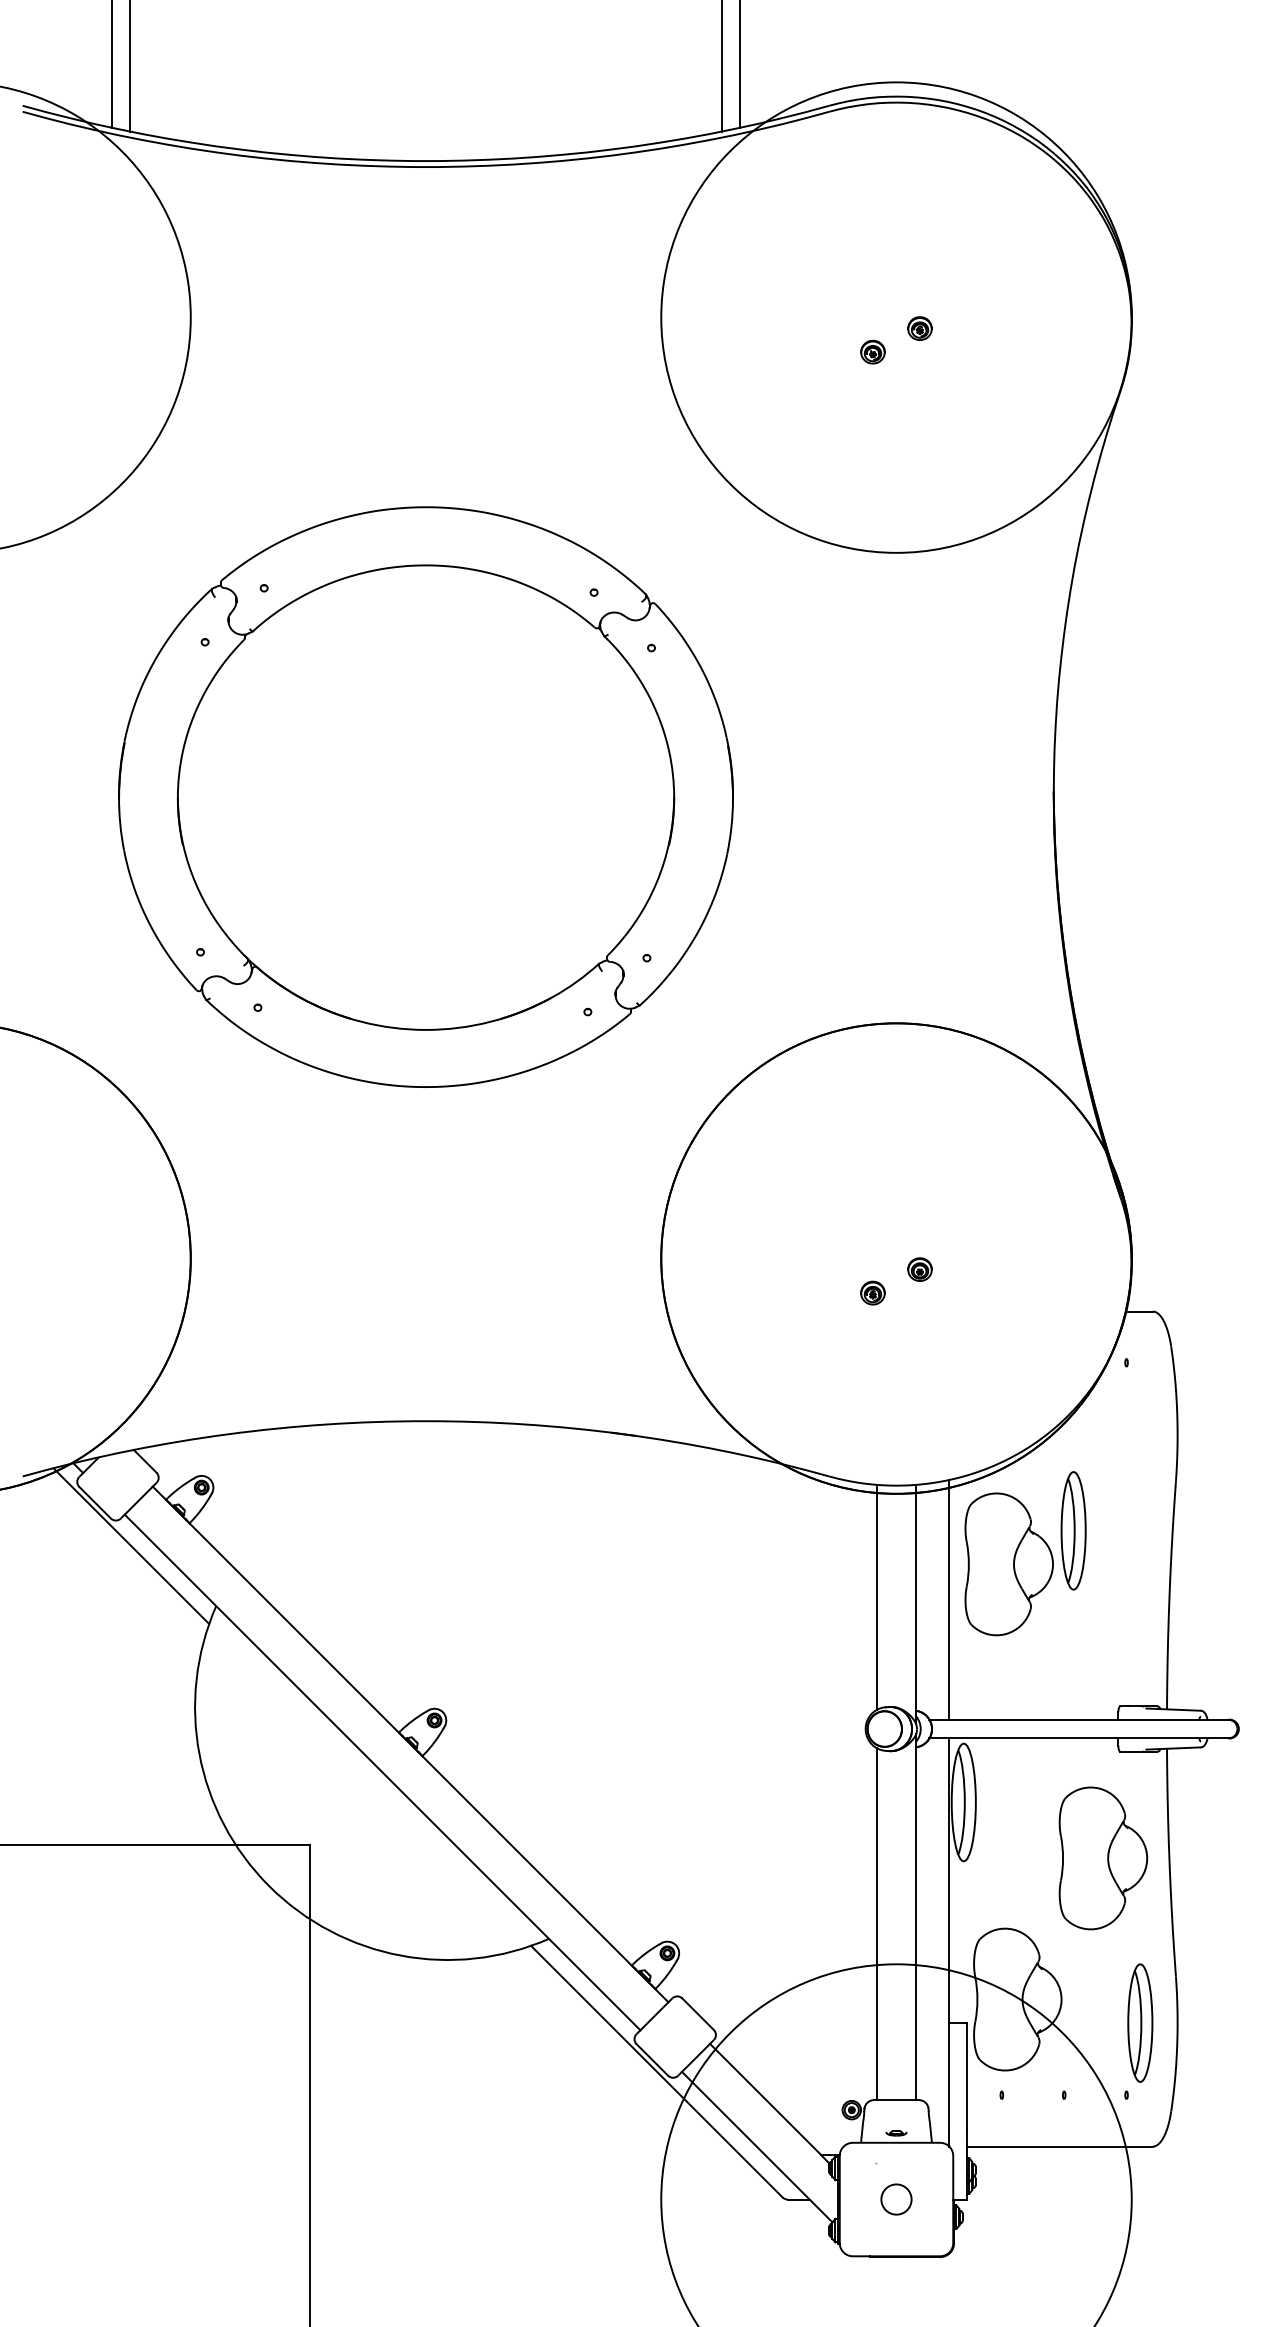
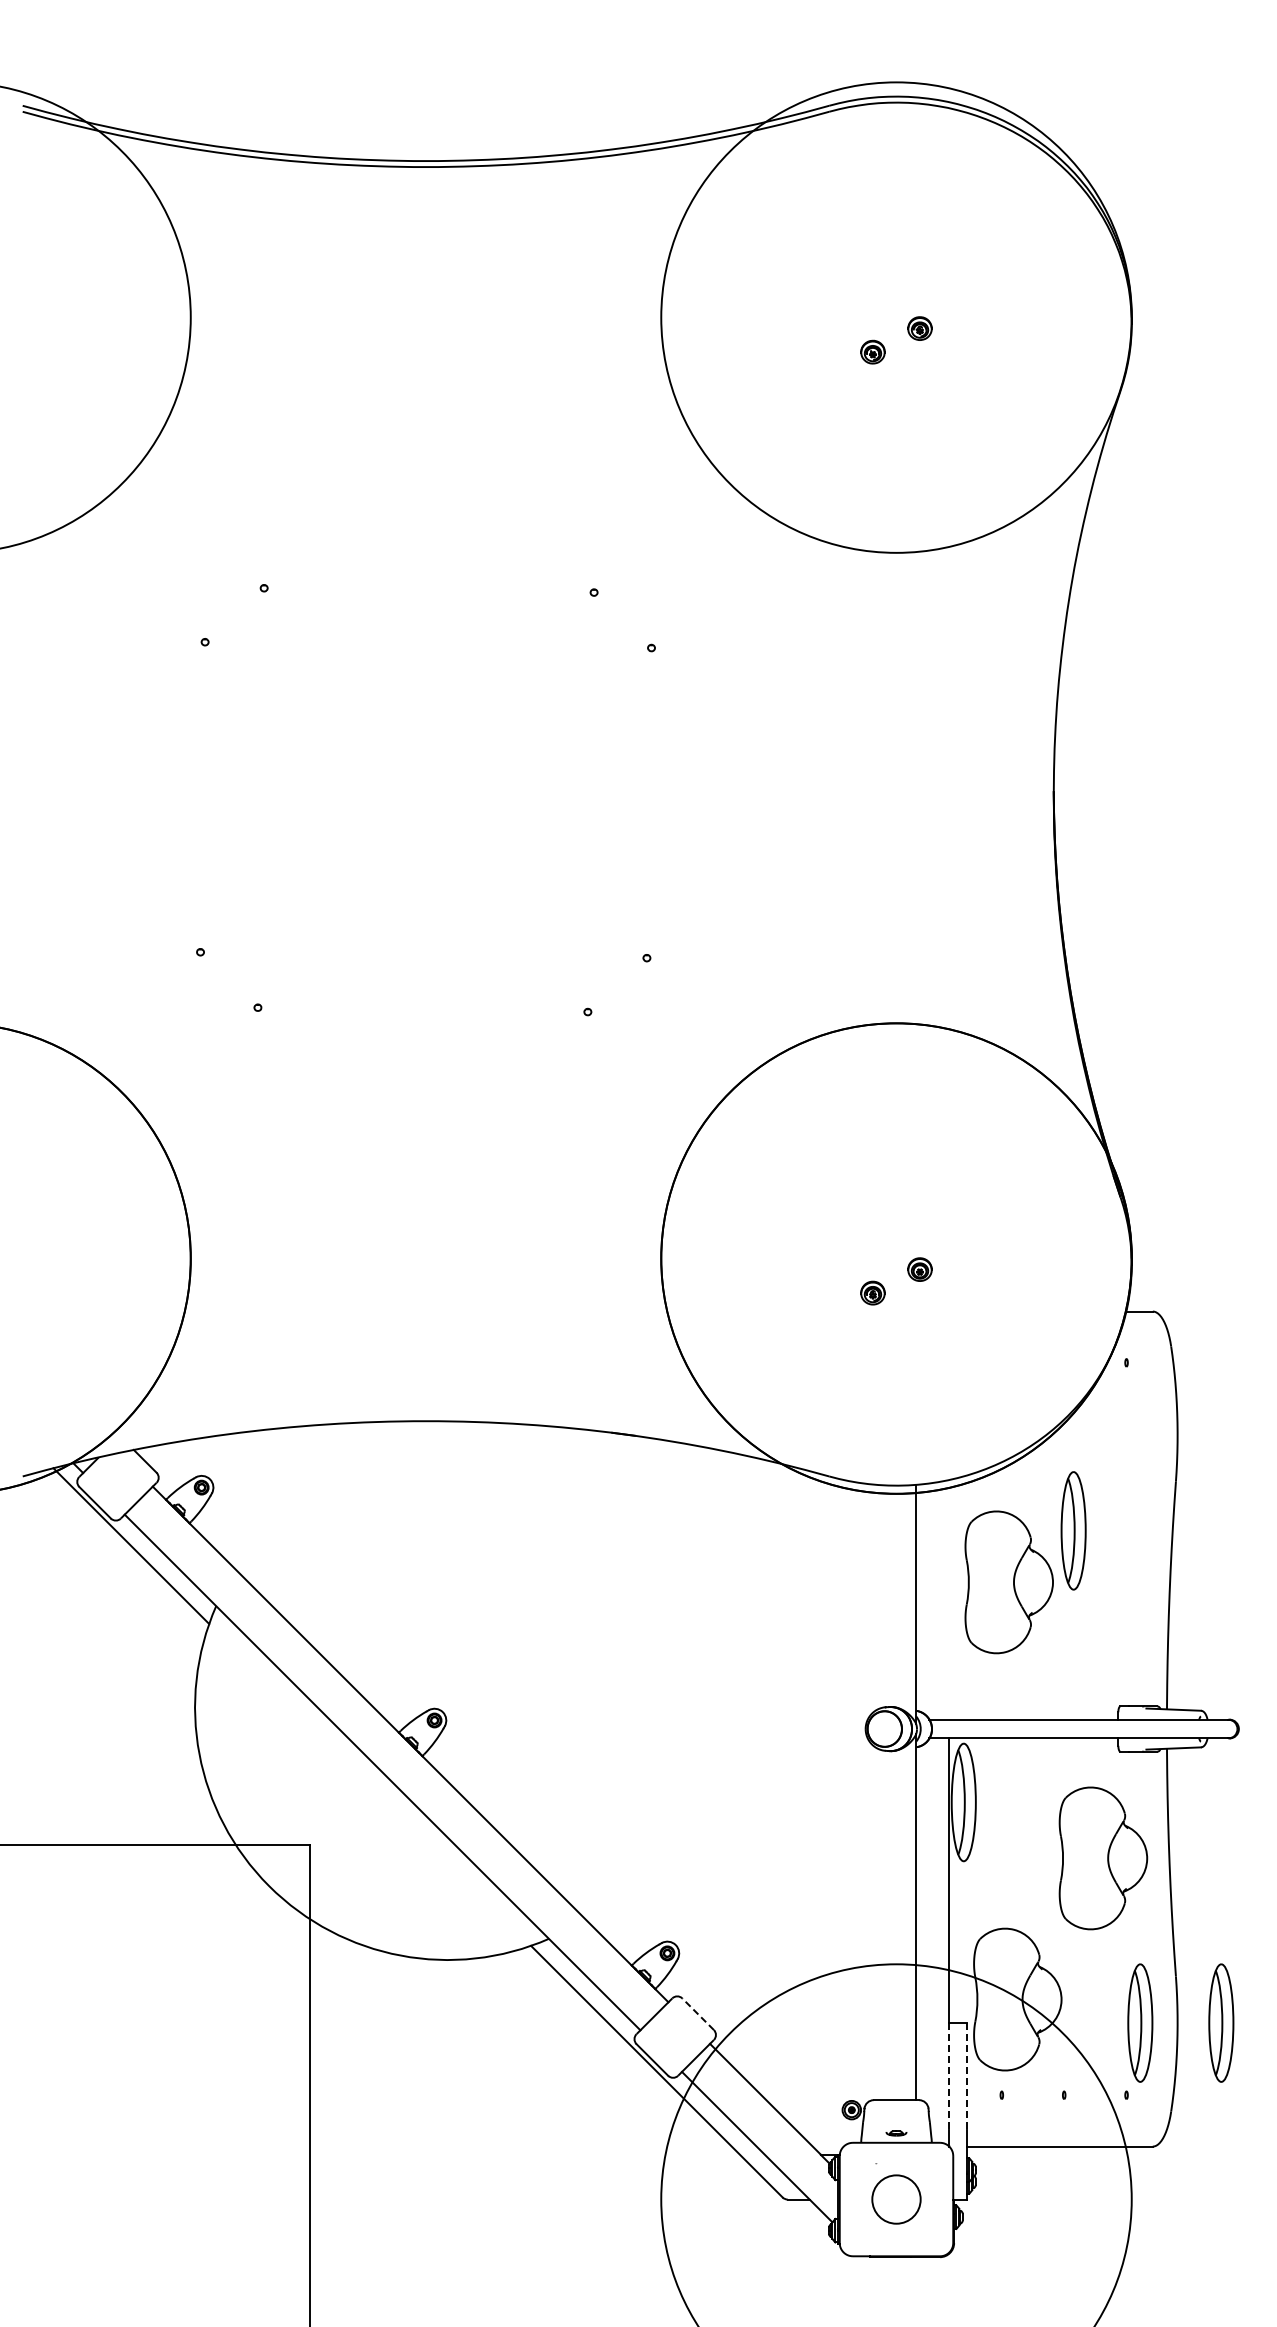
line at (111, 64): present -> none
line at (740, 64): present -> none
line at (129, 66): present -> none
line at (722, 66): present -> none
part at (425, 796): present -> none
part at (1008, 1564) position: (1008, 1564) -> (1008, 1582)
line at (876, 1597): present -> none
line at (949, 1599): present -> none
line at (876, 1924): present -> none
line at (697, 2013): solid -> dashed
part at (1221, 2022): none -> present
line at (949, 2076): solid -> dashed
line at (967, 2076): solid -> dashed
circle at (896, 2199) diameter: 30 px -> 48 px
